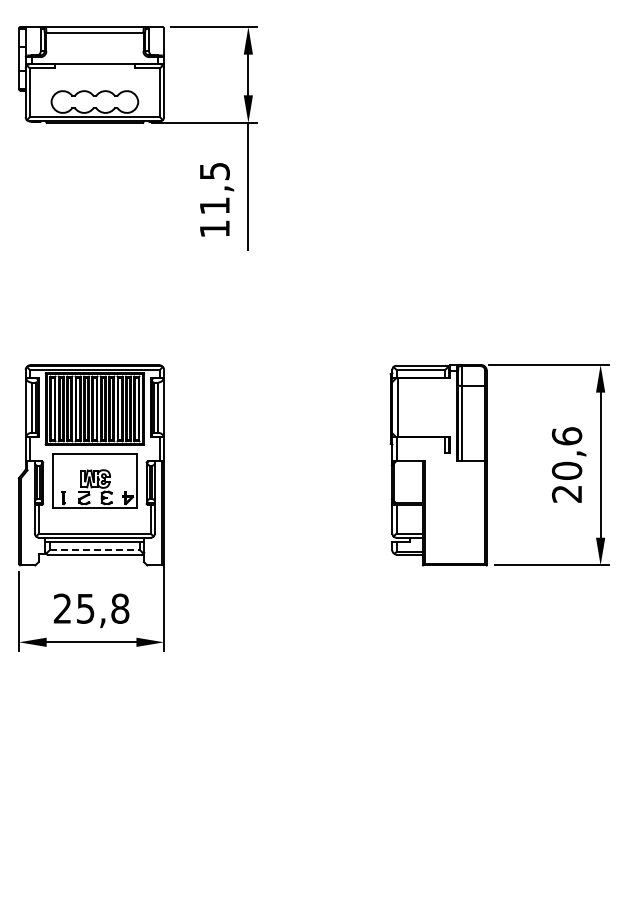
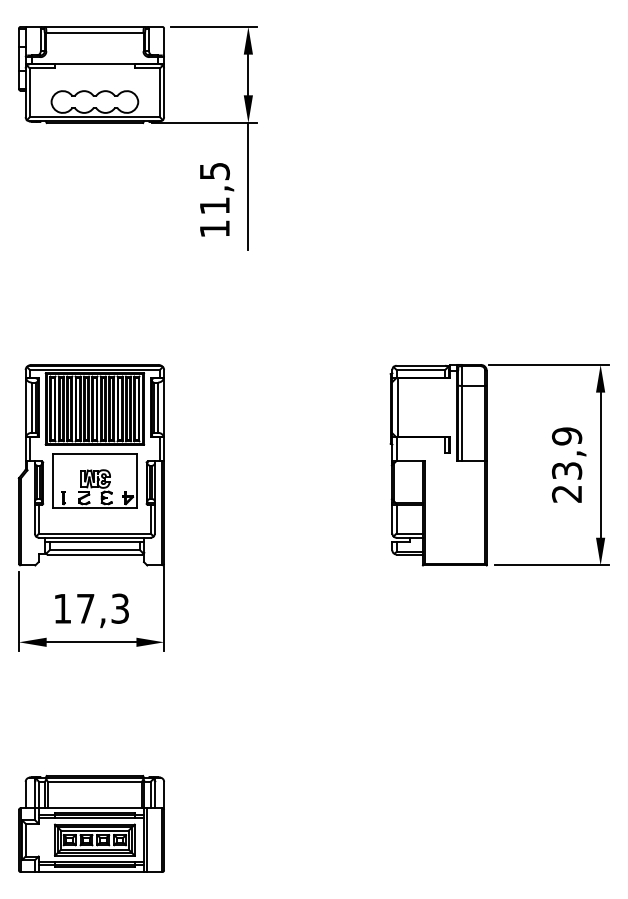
text at (566, 453): 20,6 -> 23,9
line at (95, 550): dashed -> solid
text at (91, 608): 25,8 -> 17,3
part at (91, 823): none -> present
